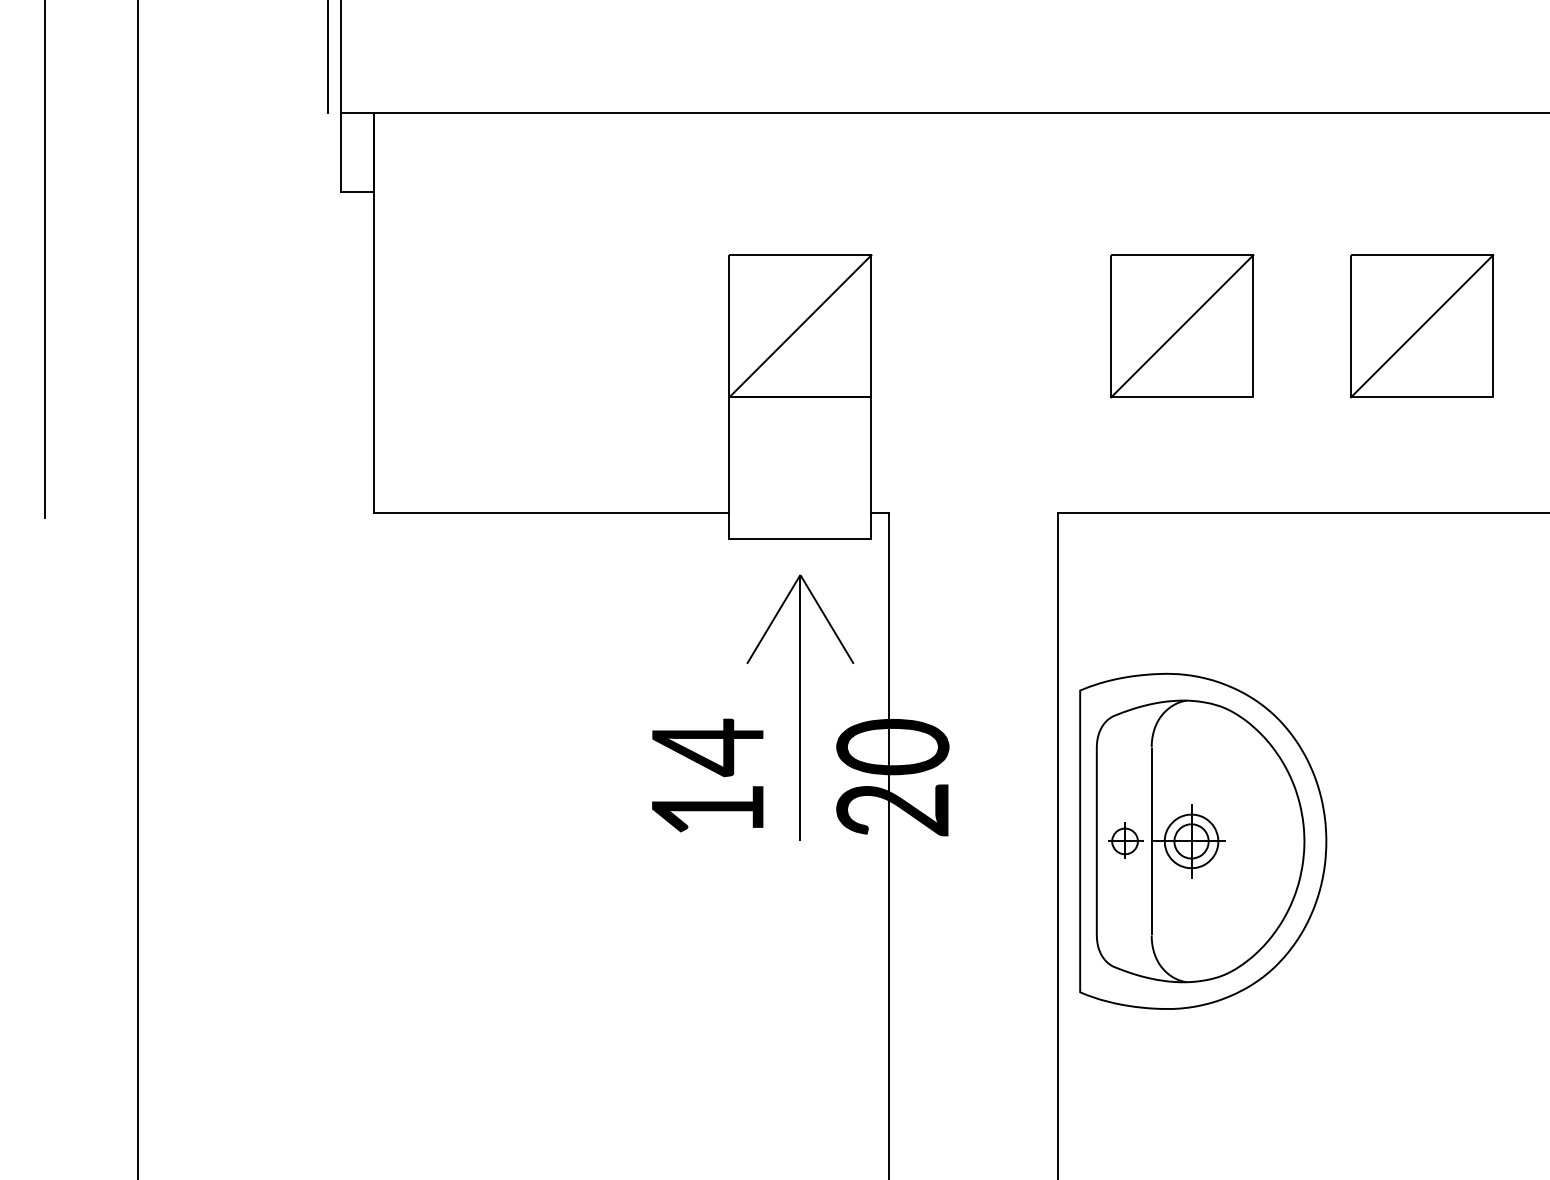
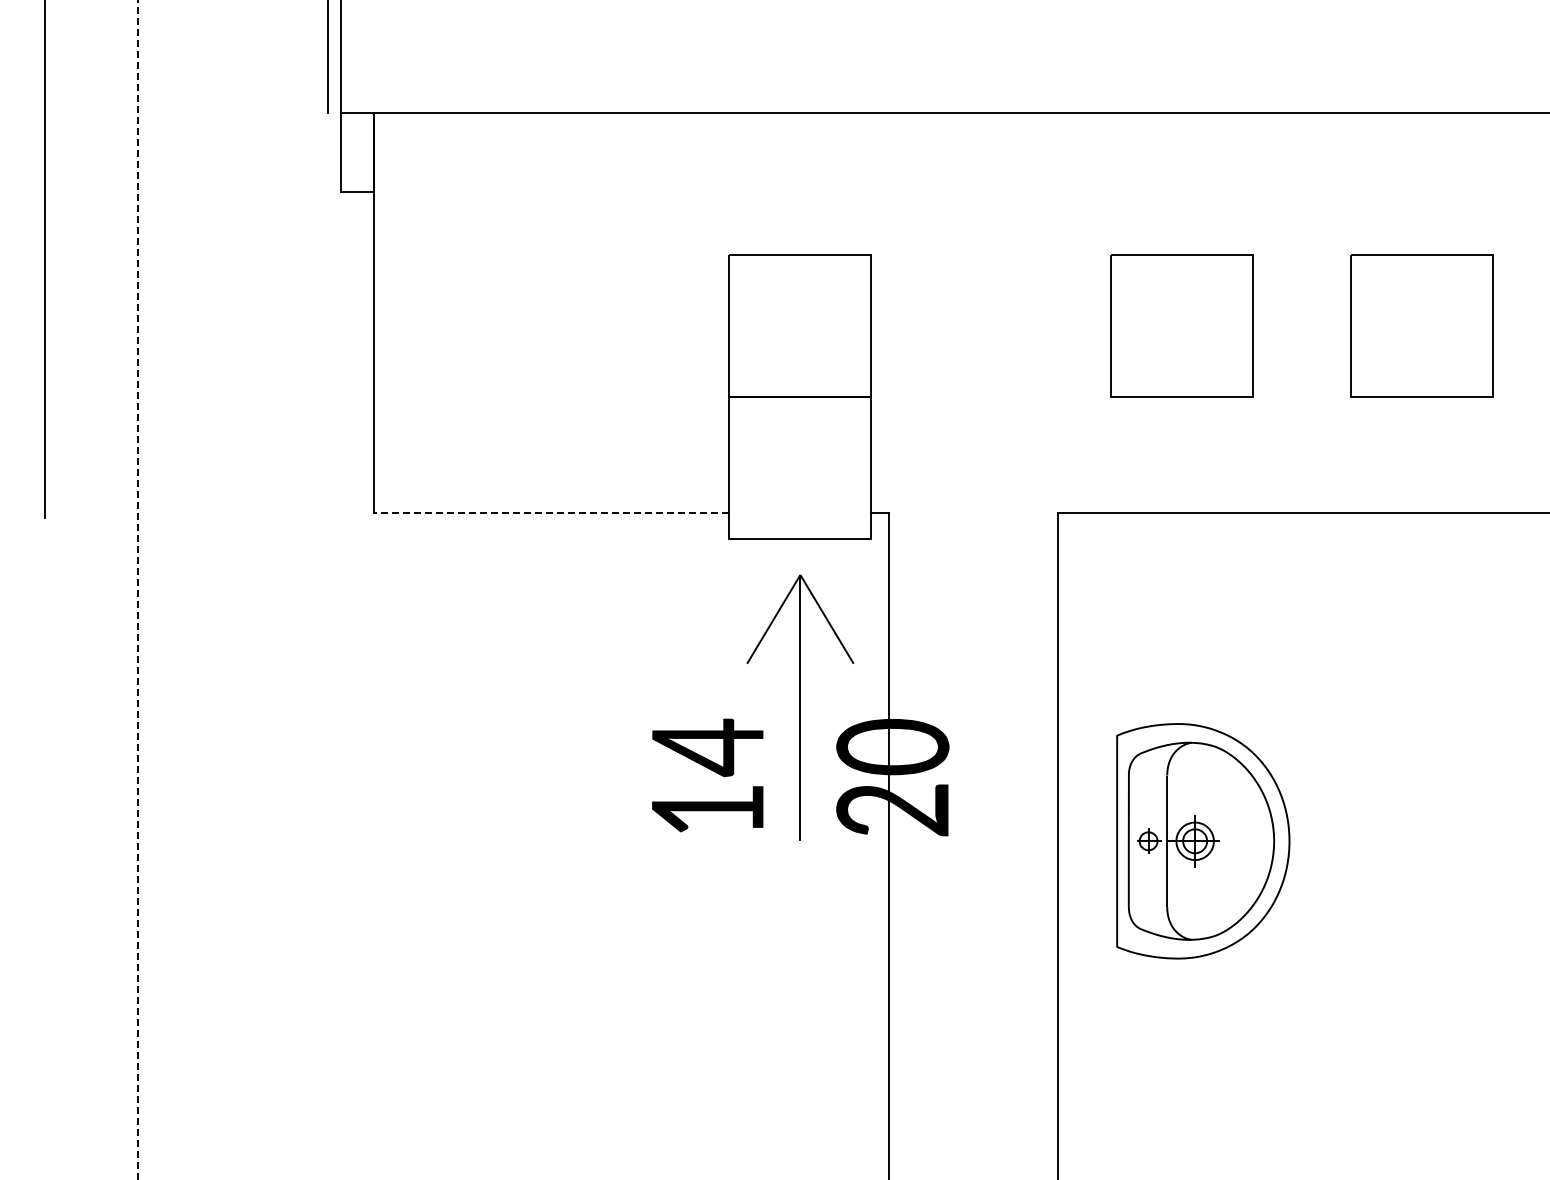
line at (800, 326): present -> none
line at (1182, 326): present -> none
line at (1422, 326): present -> none
line at (551, 512): solid -> dashed
line at (138, 590): solid -> dashed
part at (1203, 840) size: 249x338 px -> 175x237 px
